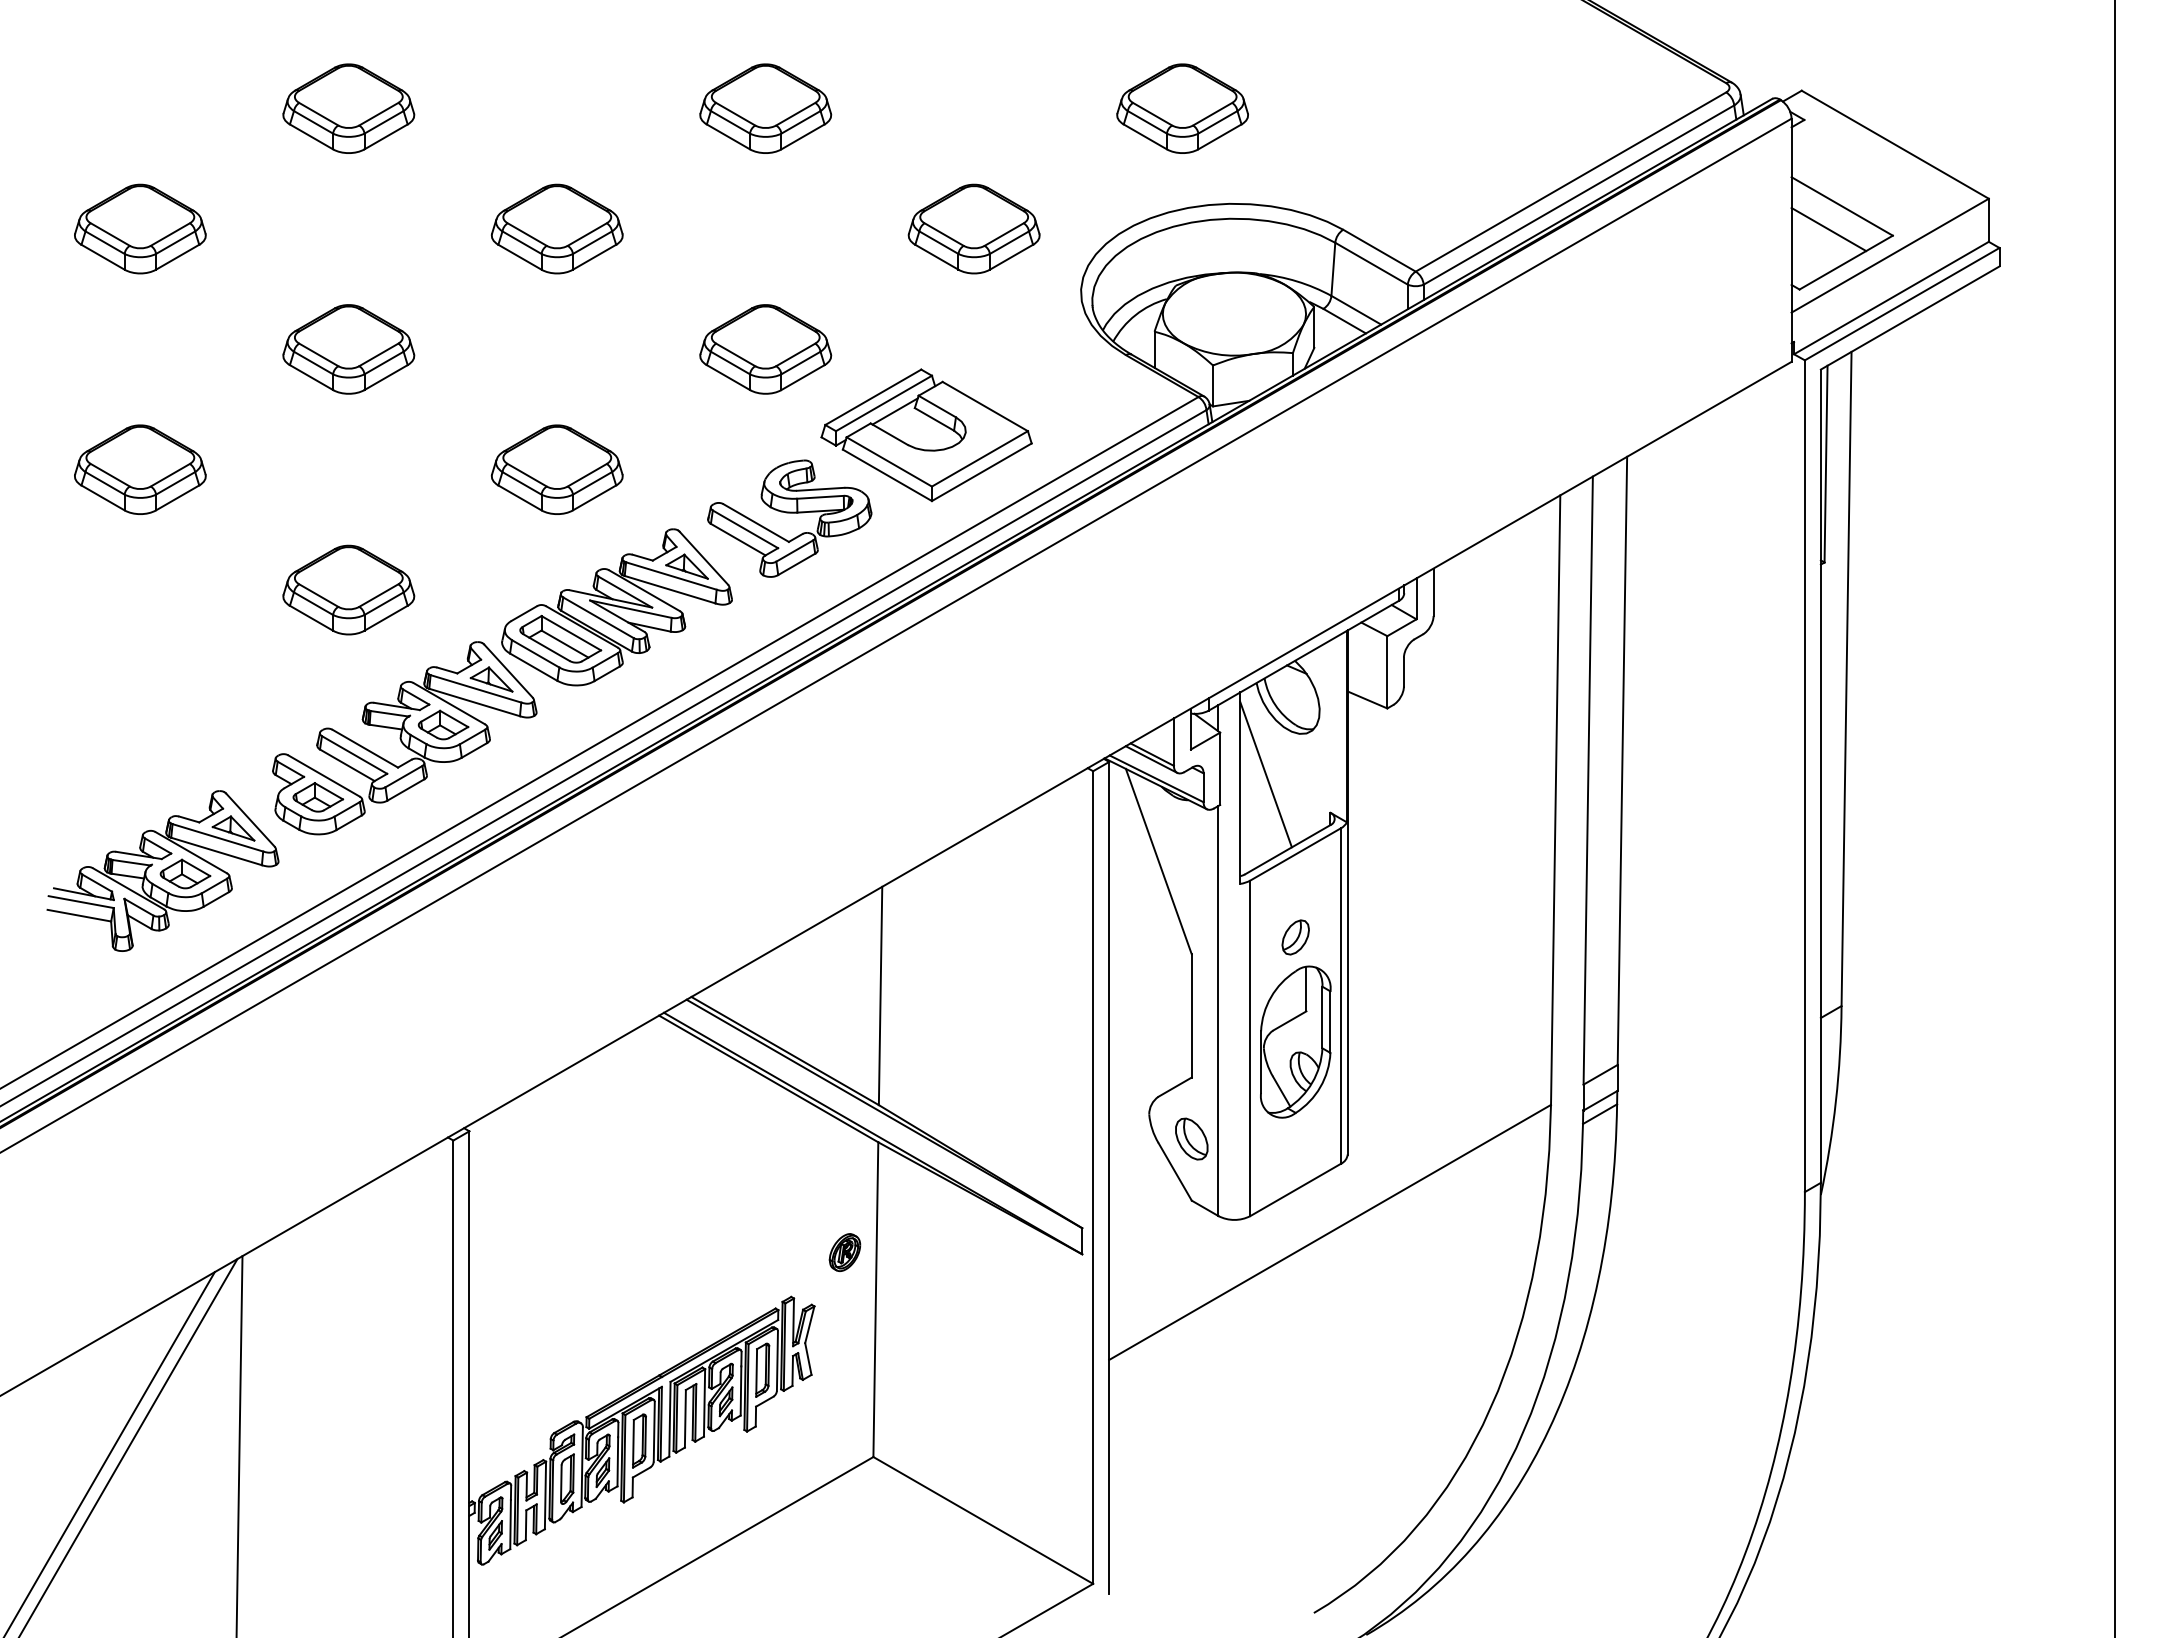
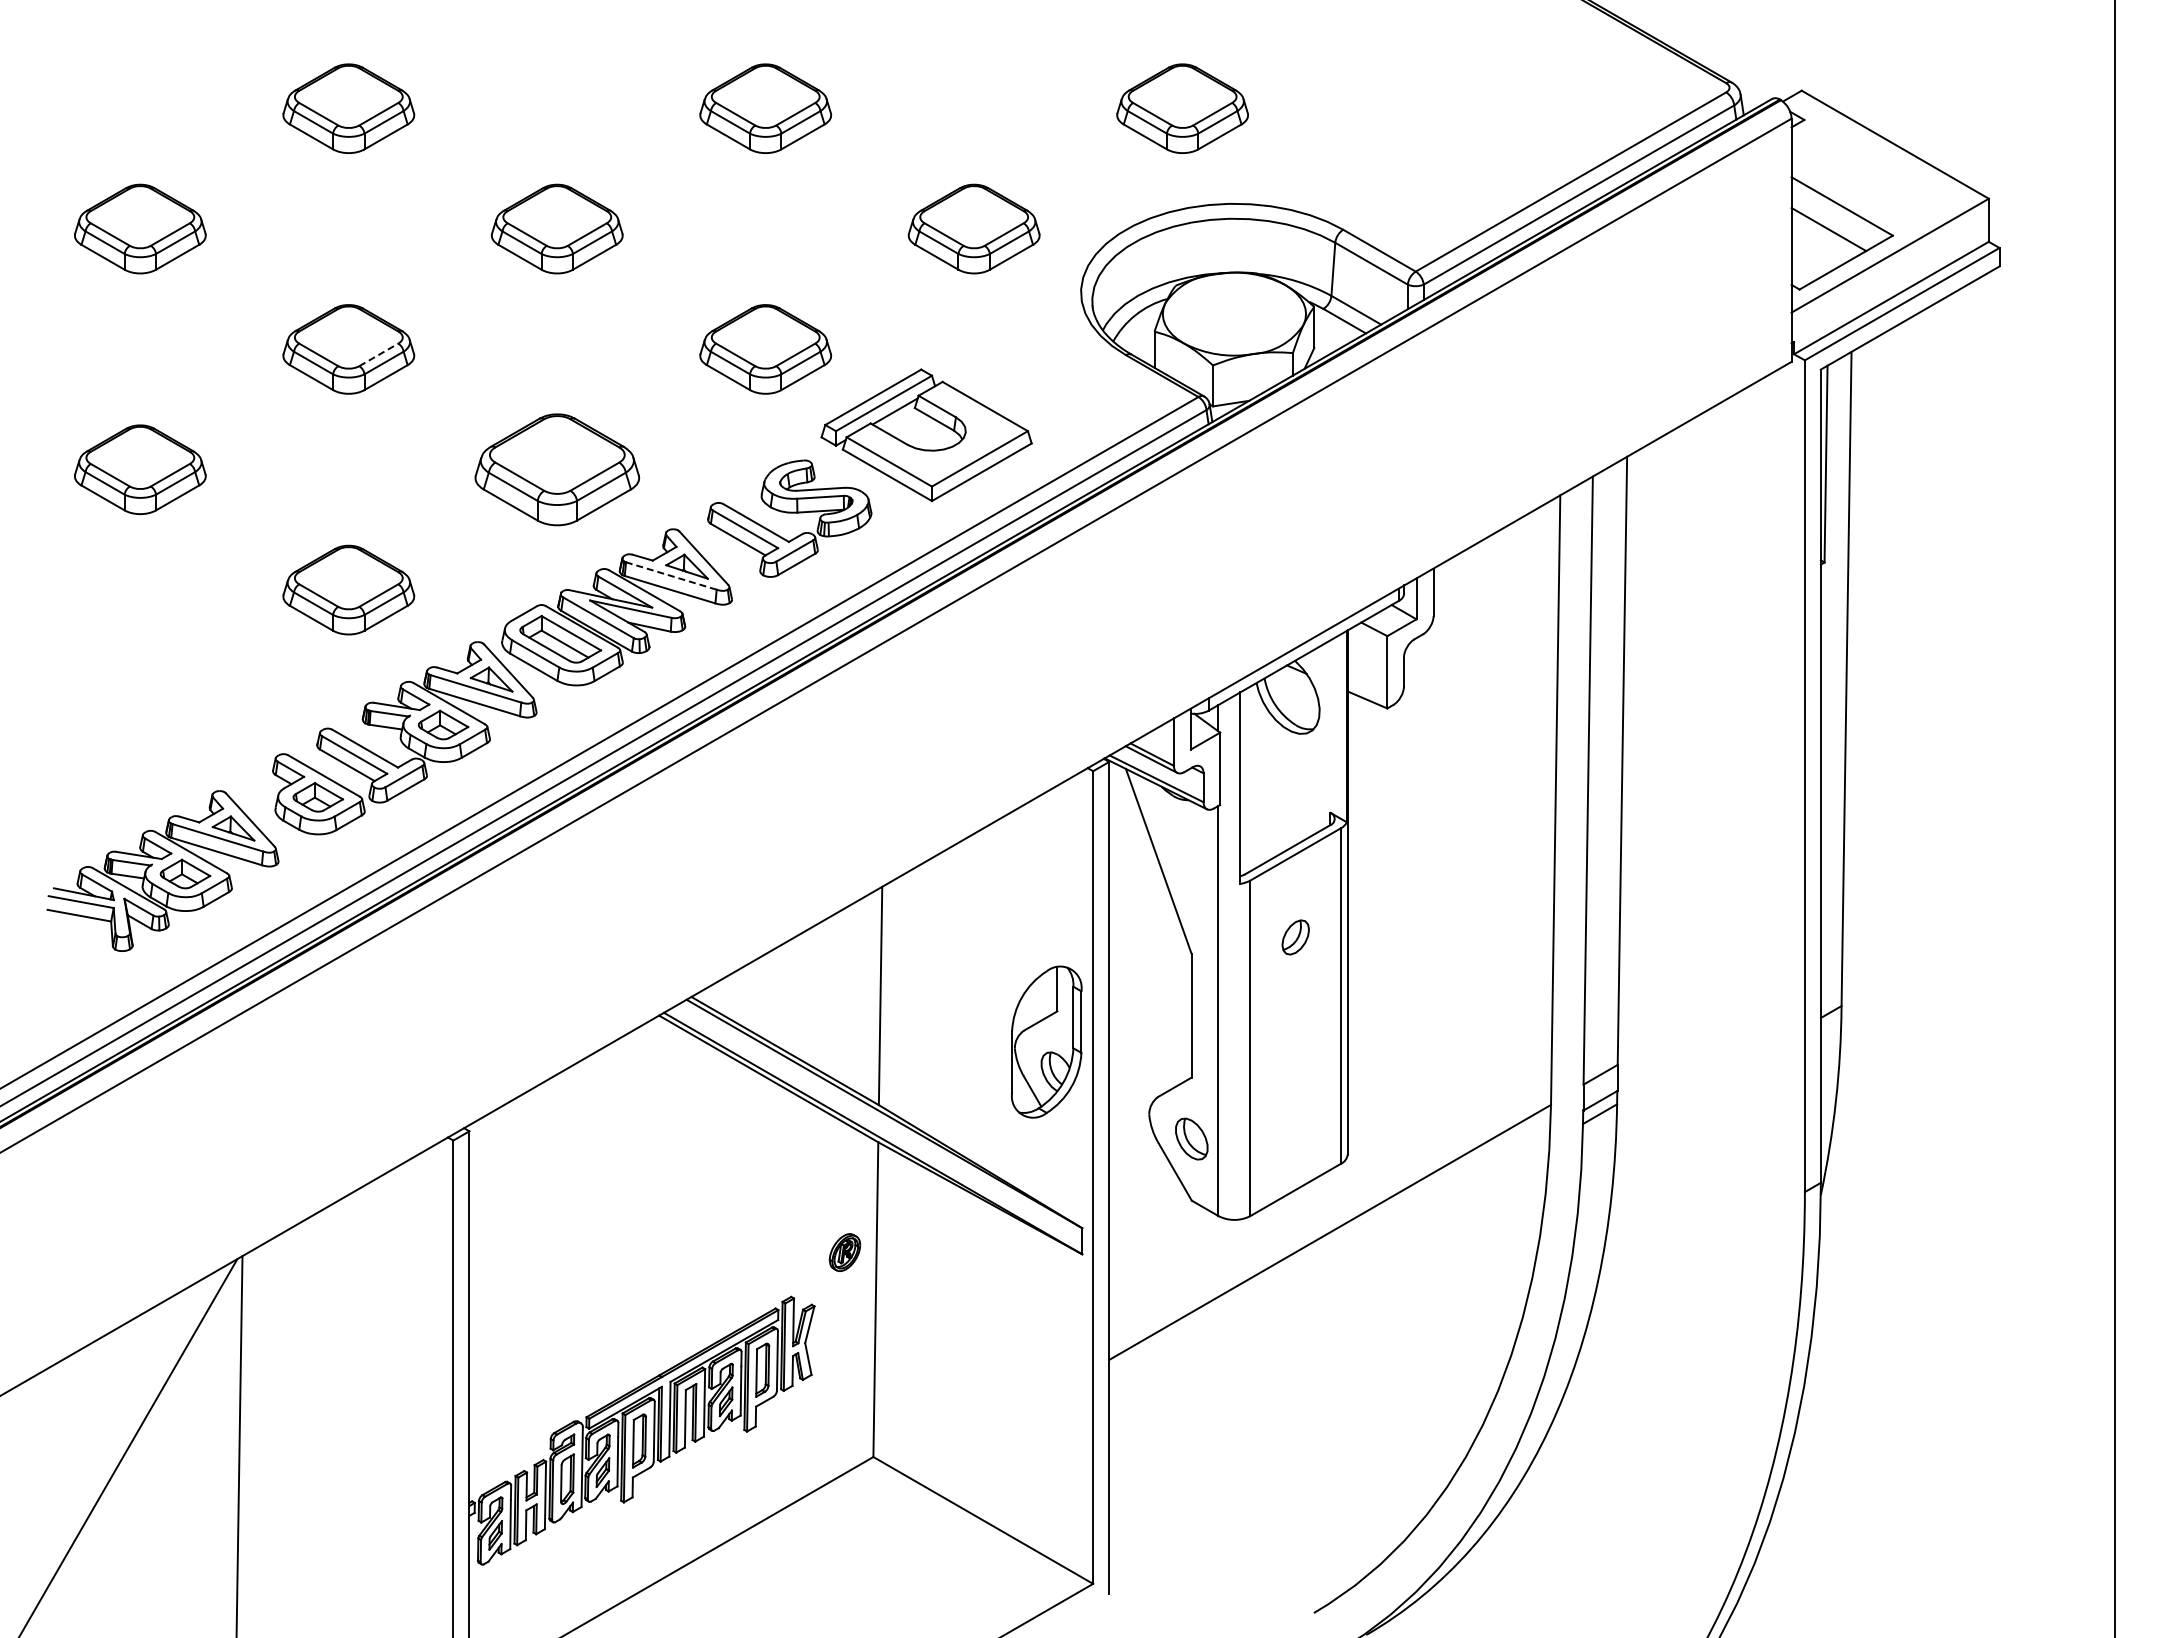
line at (378, 354): solid -> dashed
part at (556, 469) size: 134x91 px -> 167x114 px
line at (670, 575): solid -> dashed
line at (1265, 774): present -> none
part at (1295, 1041) position: (1295, 1041) -> (1046, 1041)
line at (109, 1453): present -> none
